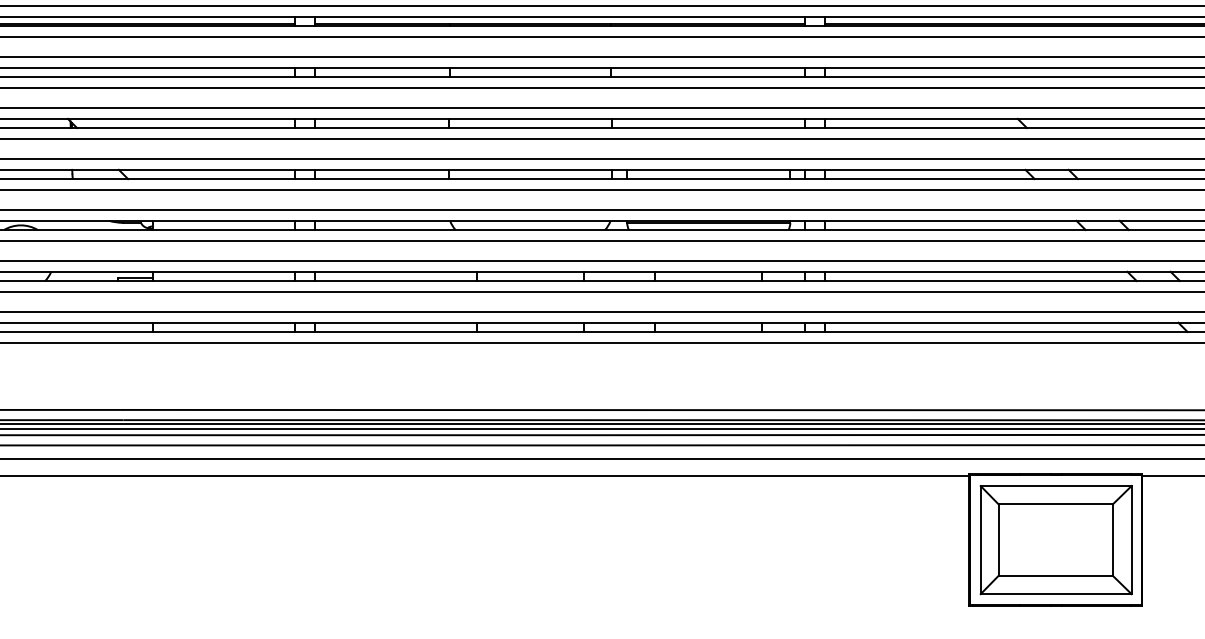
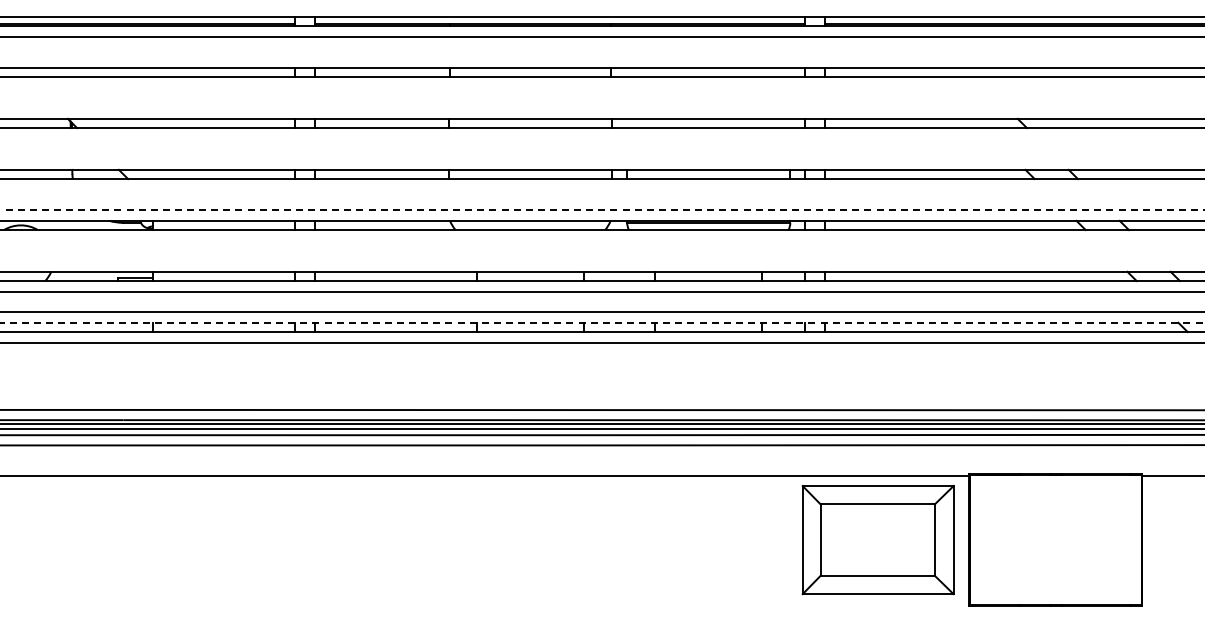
line at (601, 6): present -> none
line at (601, 57): present -> none
line at (601, 87): present -> none
line at (601, 108): present -> none
line at (601, 138): present -> none
line at (601, 159): present -> none
line at (601, 189): present -> none
line at (602, 210): solid -> dashed
line at (601, 240): present -> none
line at (601, 261): present -> none
line at (602, 322): solid -> dashed
line at (601, 458): present -> none
part at (1055, 540) position: (1055, 540) -> (877, 540)
